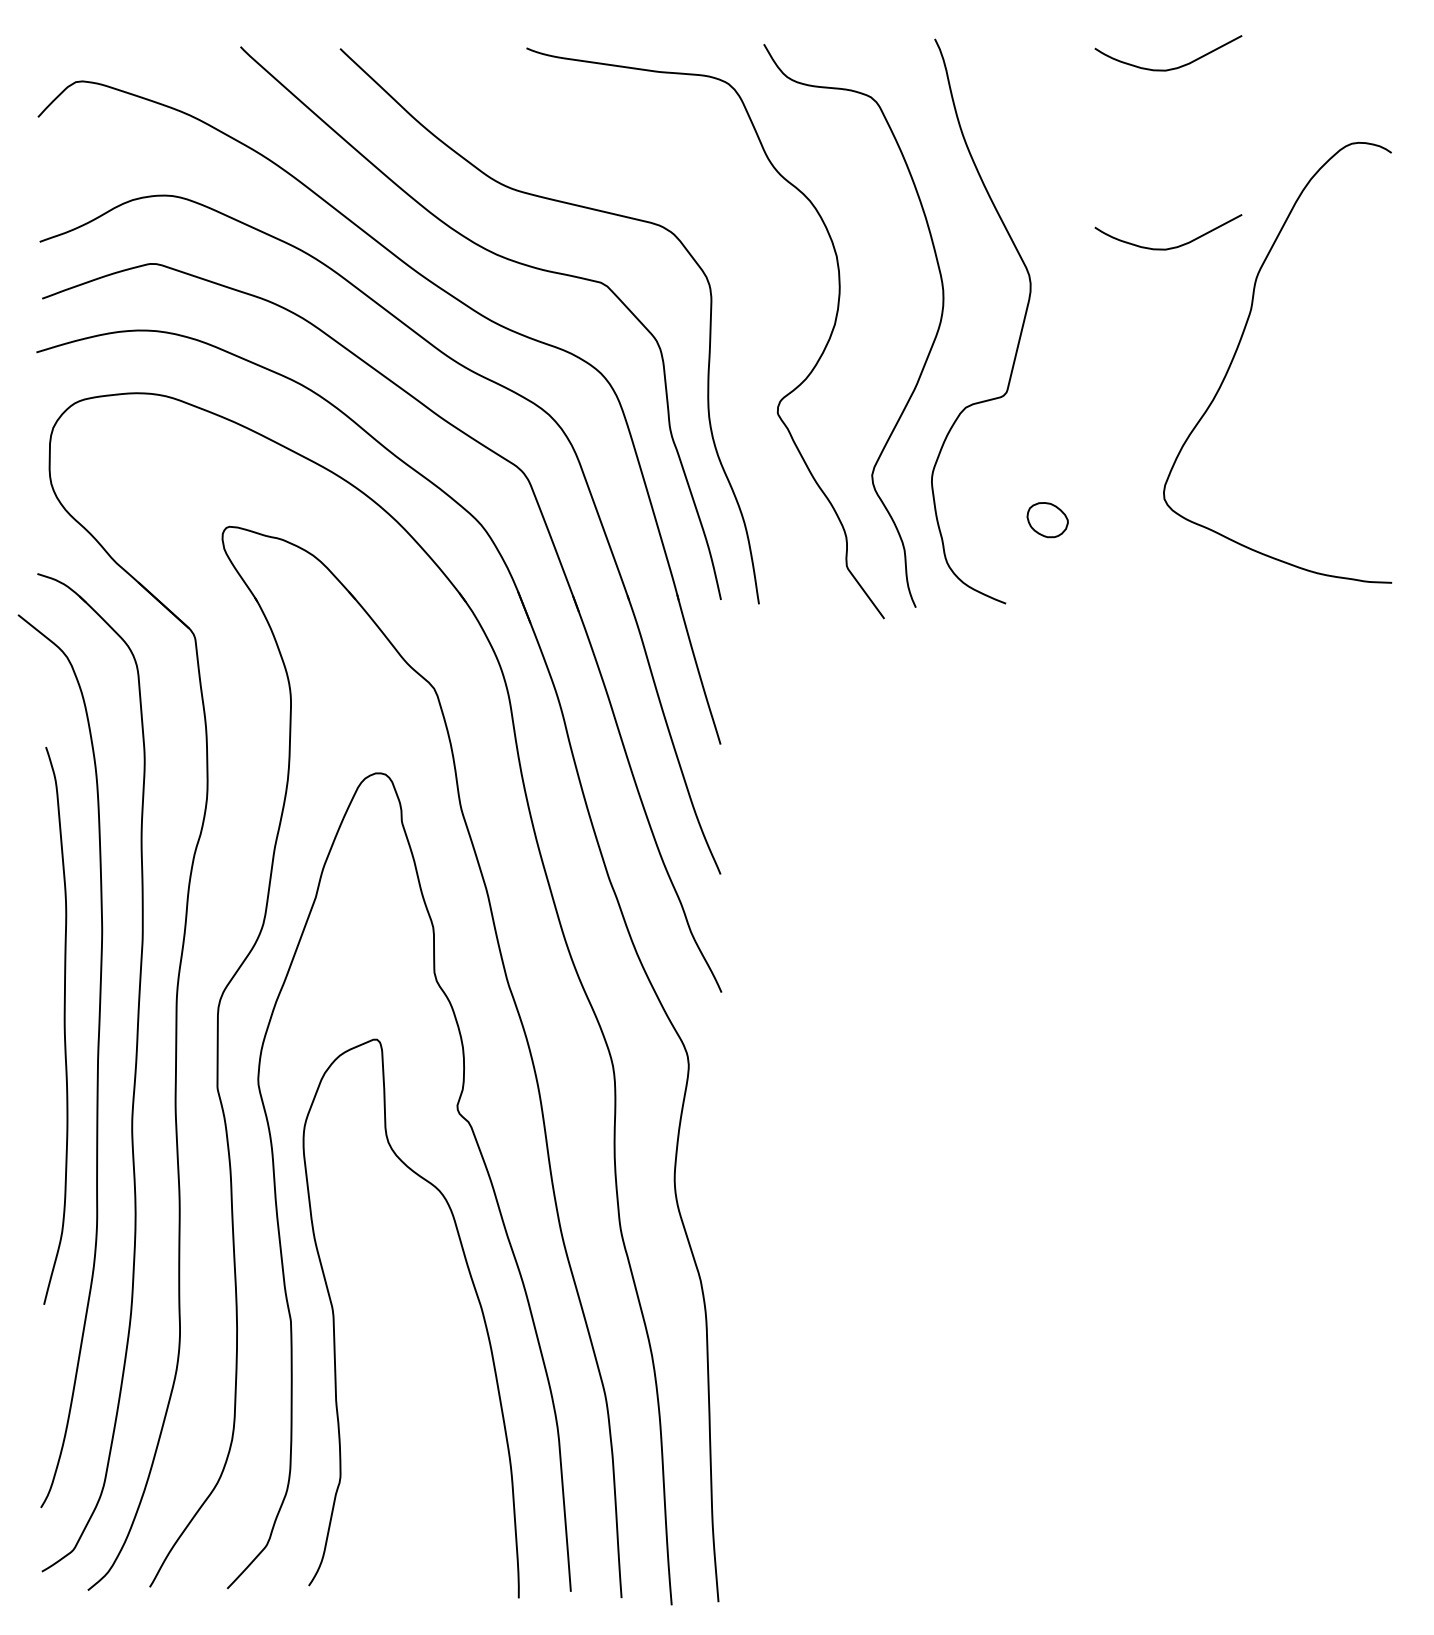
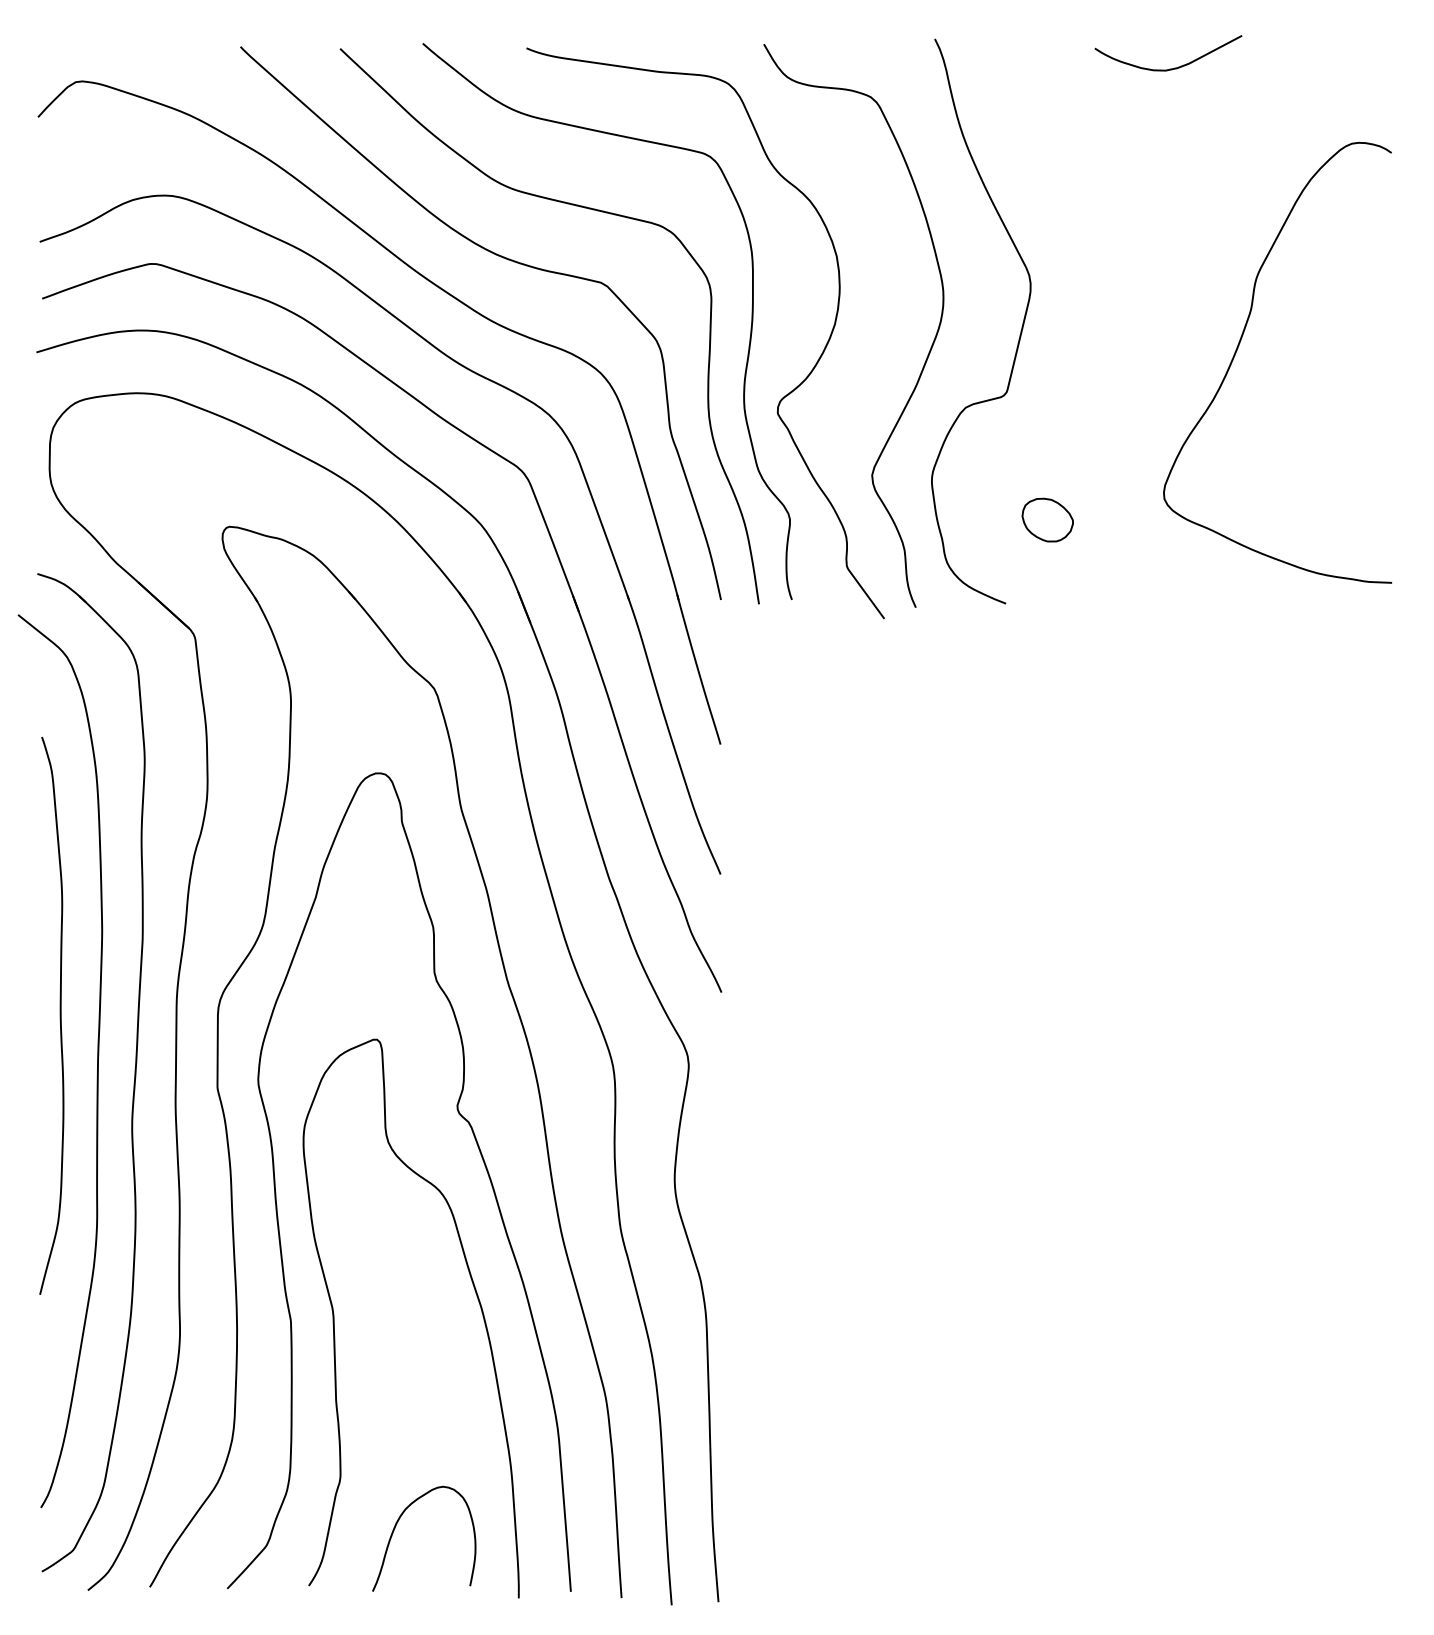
curve at (1169, 247): present -> none
curve at (749, 337): none -> present
part at (1047, 520) size: 43x37 px -> 53x46 px
curve at (63, 1025) position: (63, 1025) -> (59, 1015)
curve at (396, 1526): none -> present
